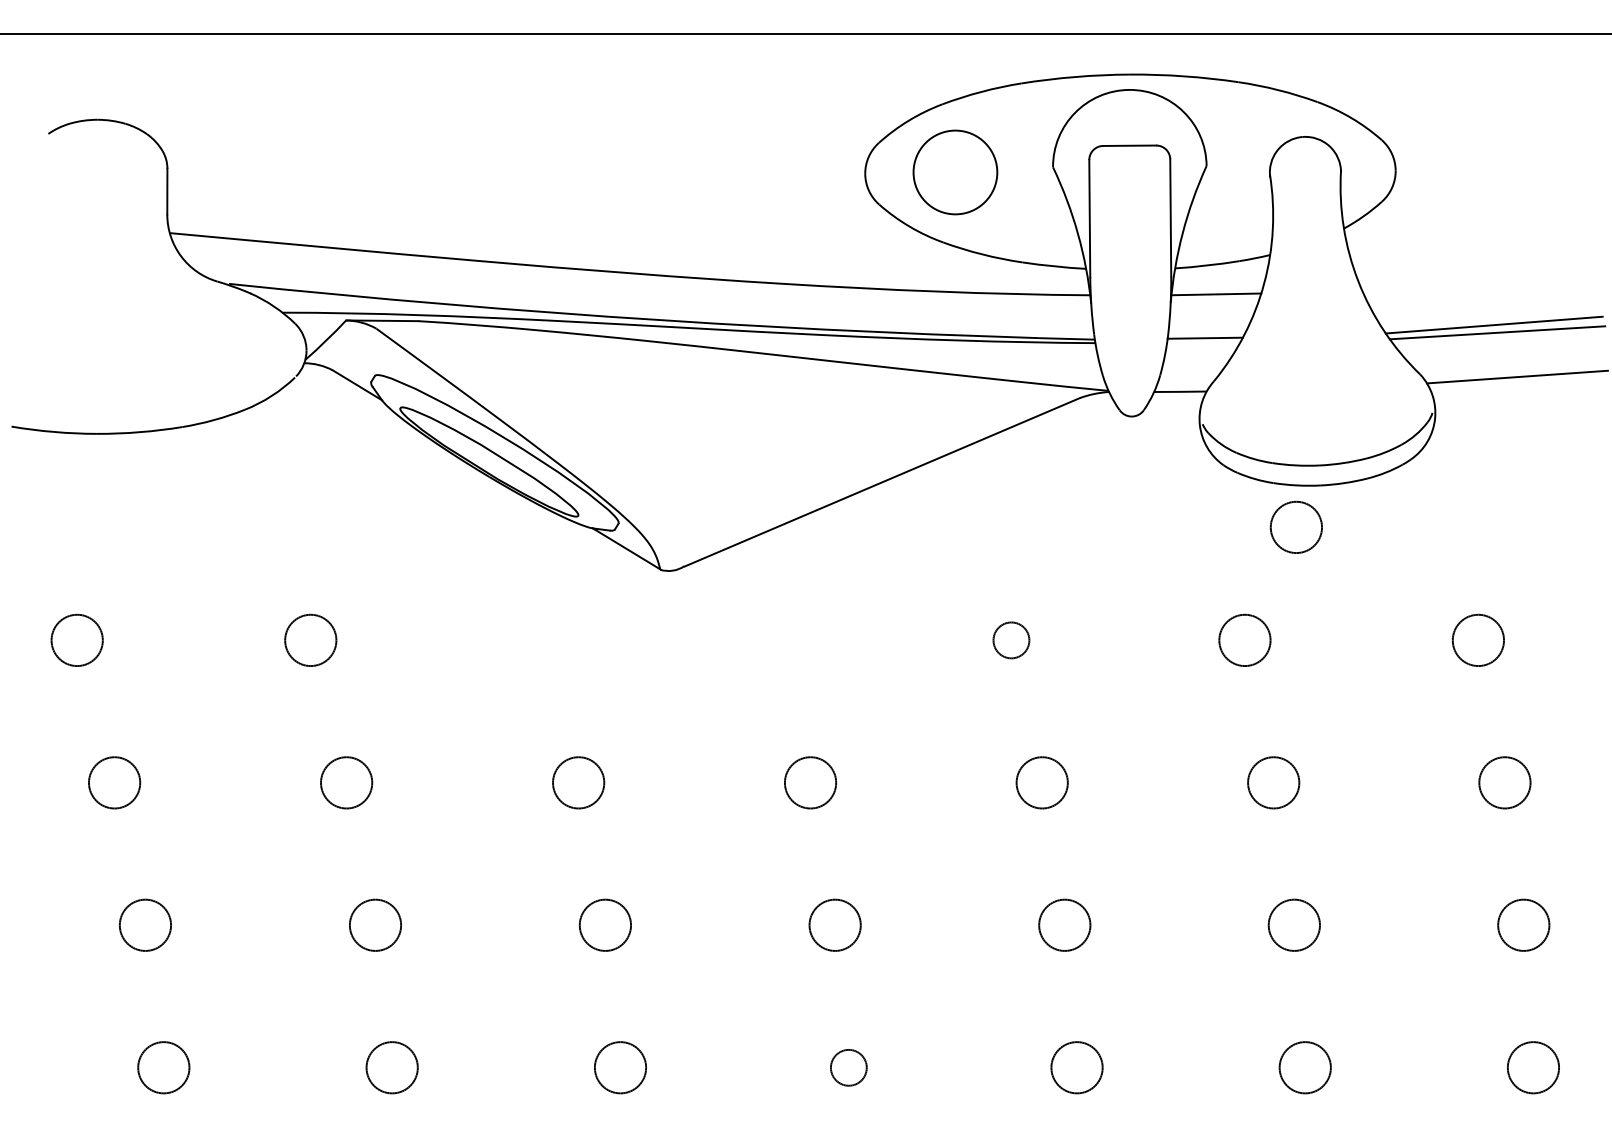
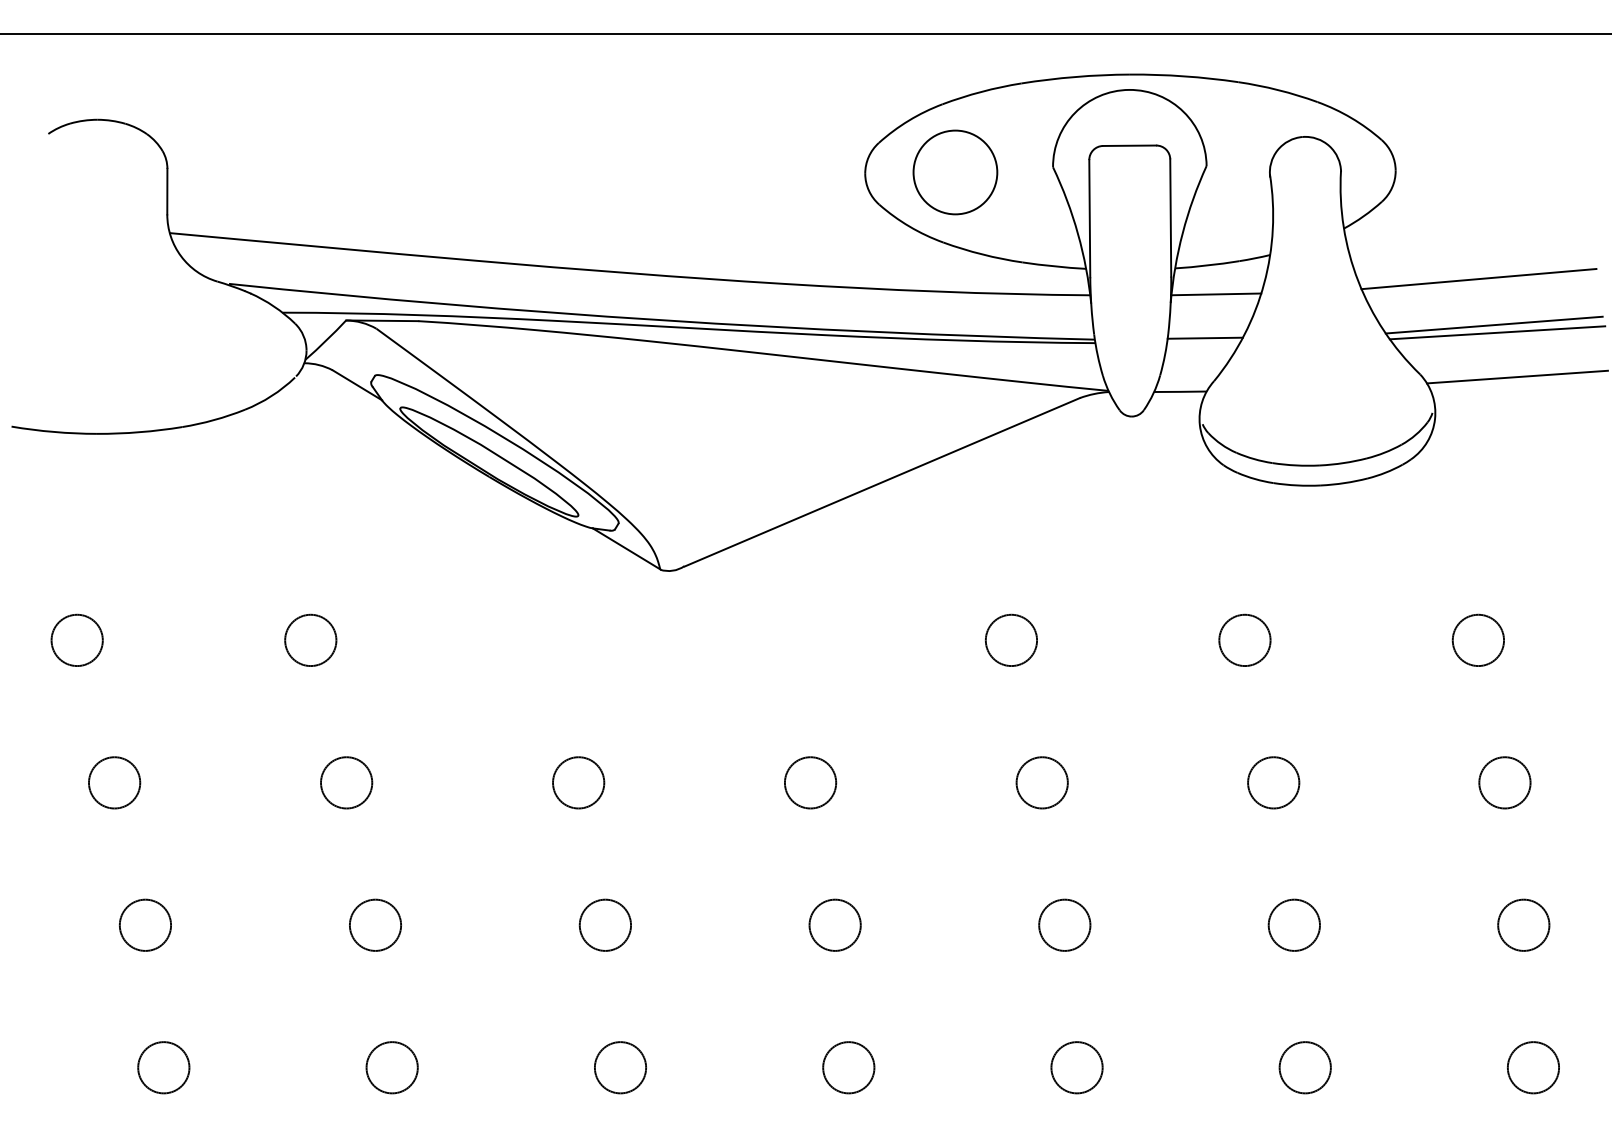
line at (1478, 279): none -> present
circle at (1295, 526): present -> none
circle at (1011, 640) diameter: 36 px -> 51 px
circle at (848, 1067) size: 38x38 px -> 54x54 px
